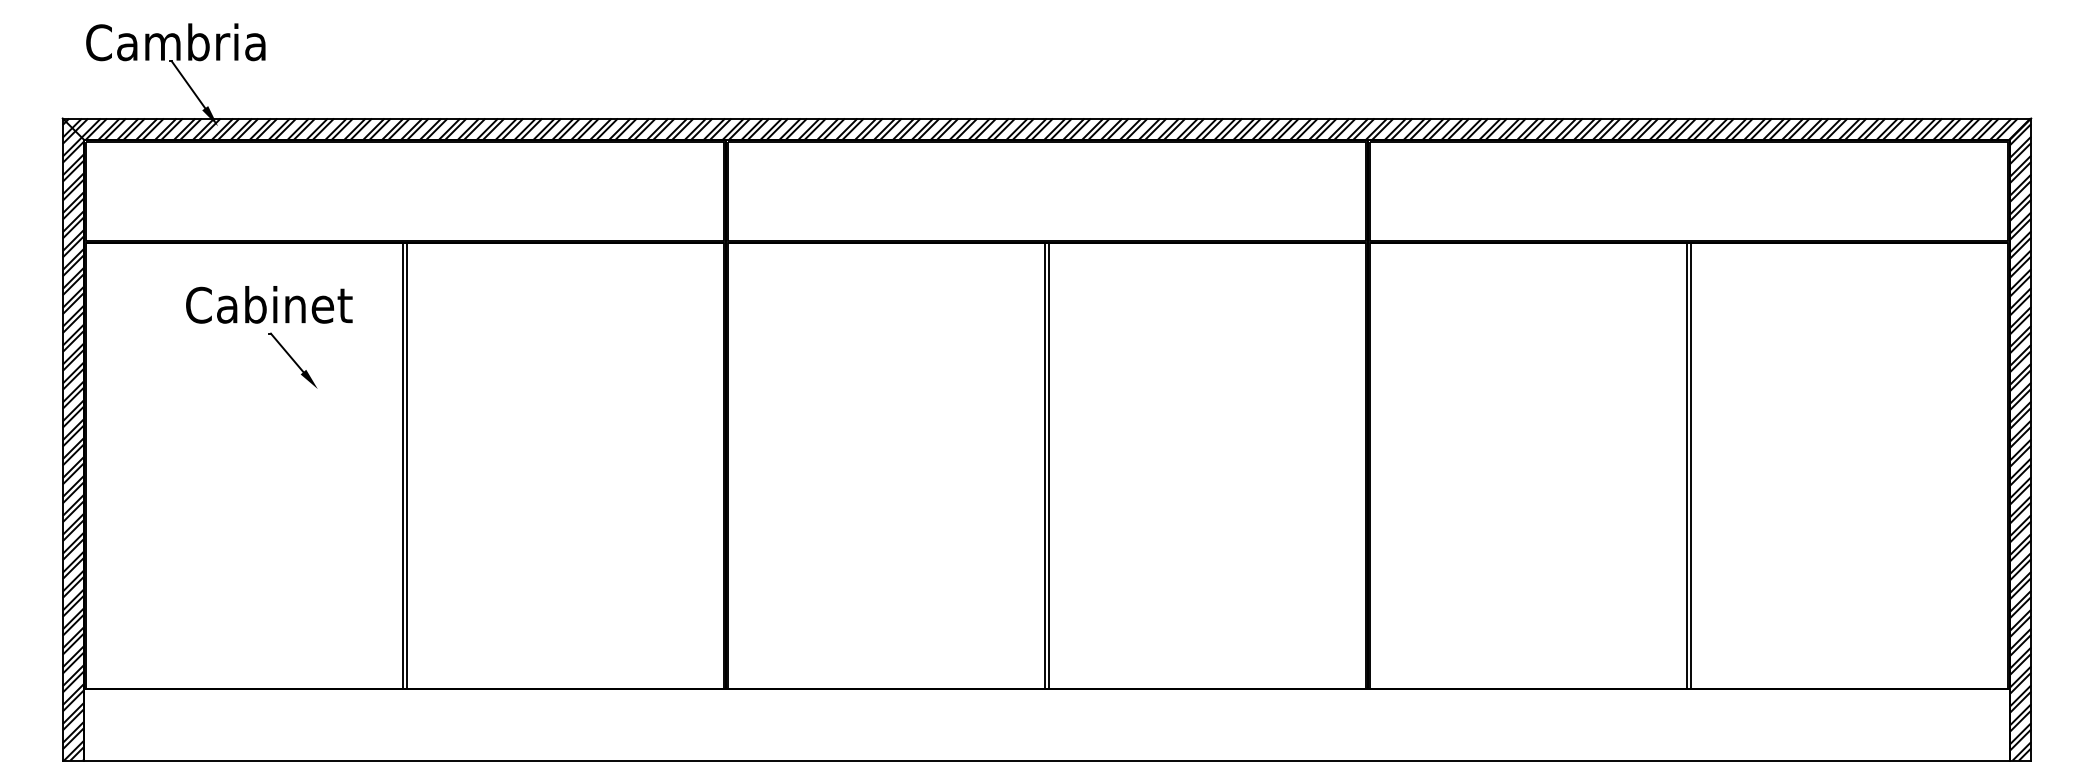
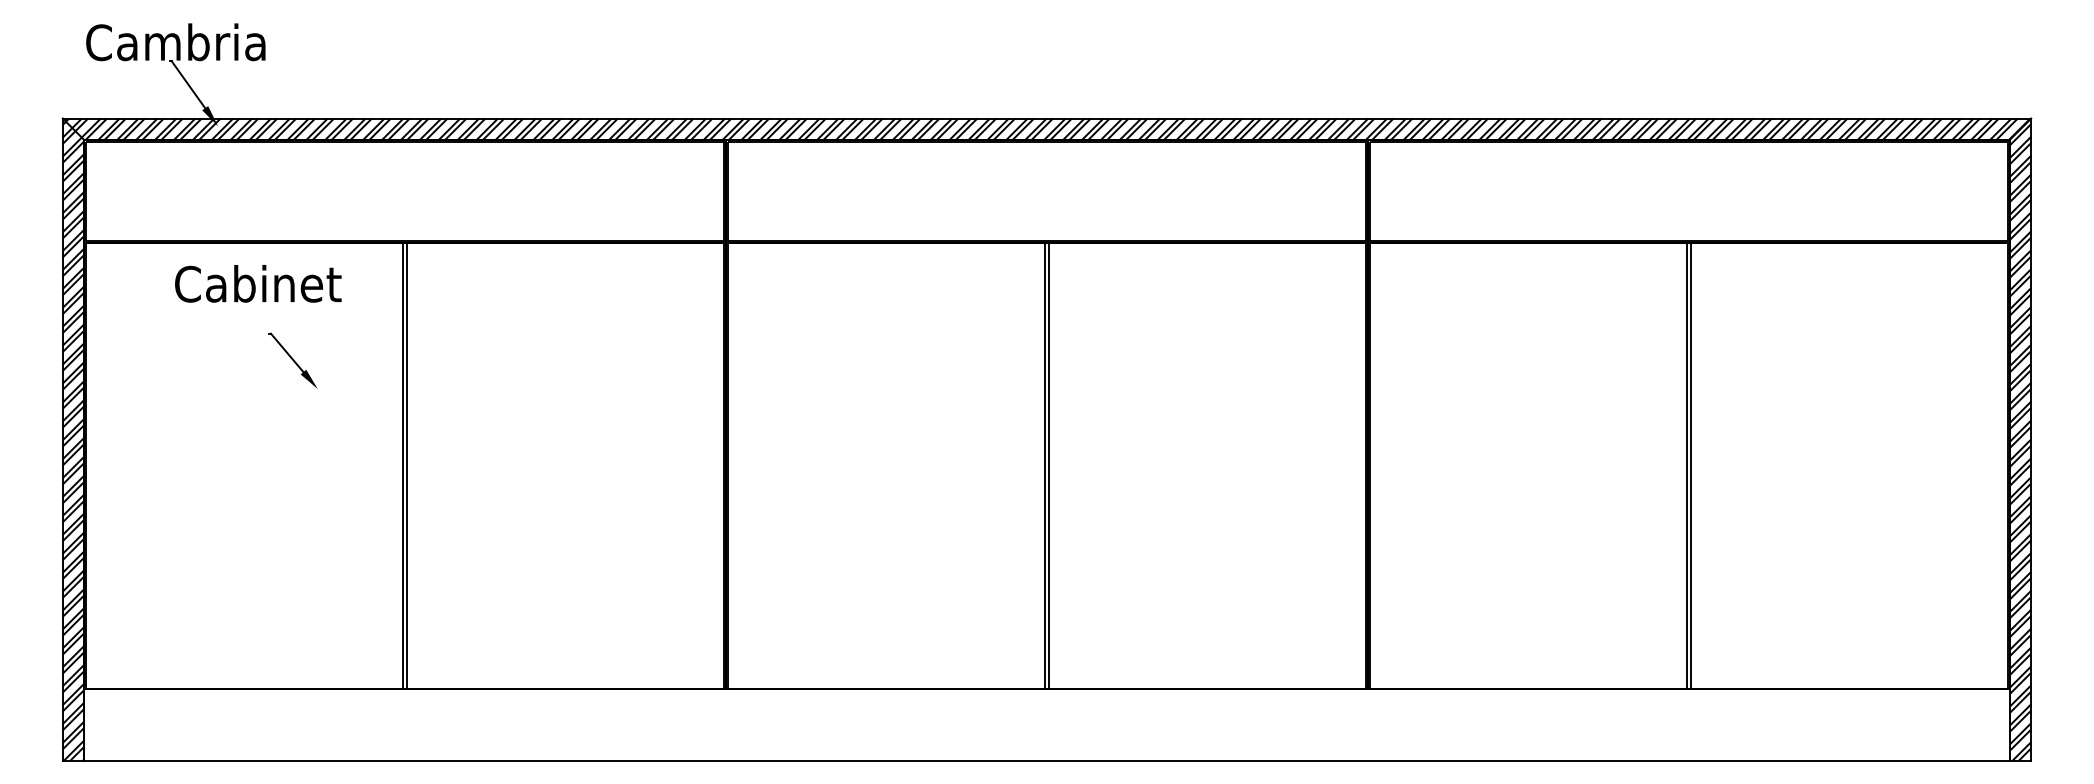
text at (269, 304) position: (269, 304) -> (258, 283)
